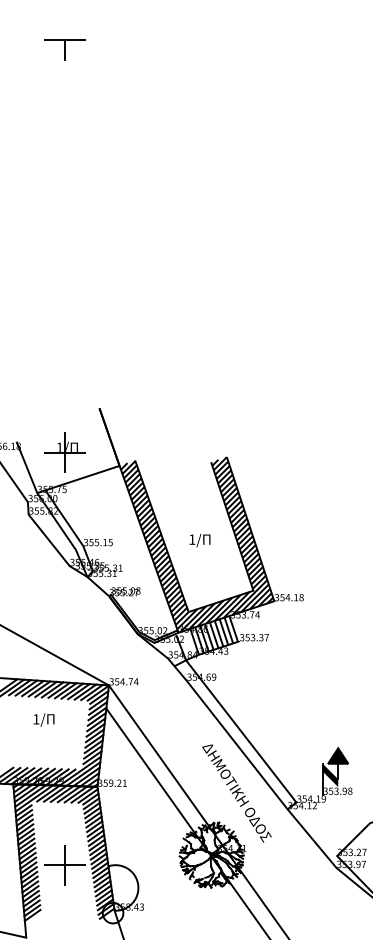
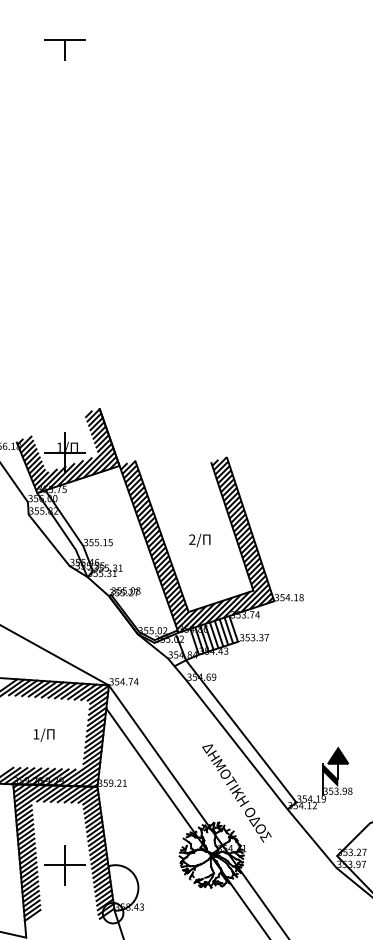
hatch at (68, 450): none -> present
text at (192, 539): 1 -> 2
text at (43, 719) position: (43, 719) -> (43, 734)
